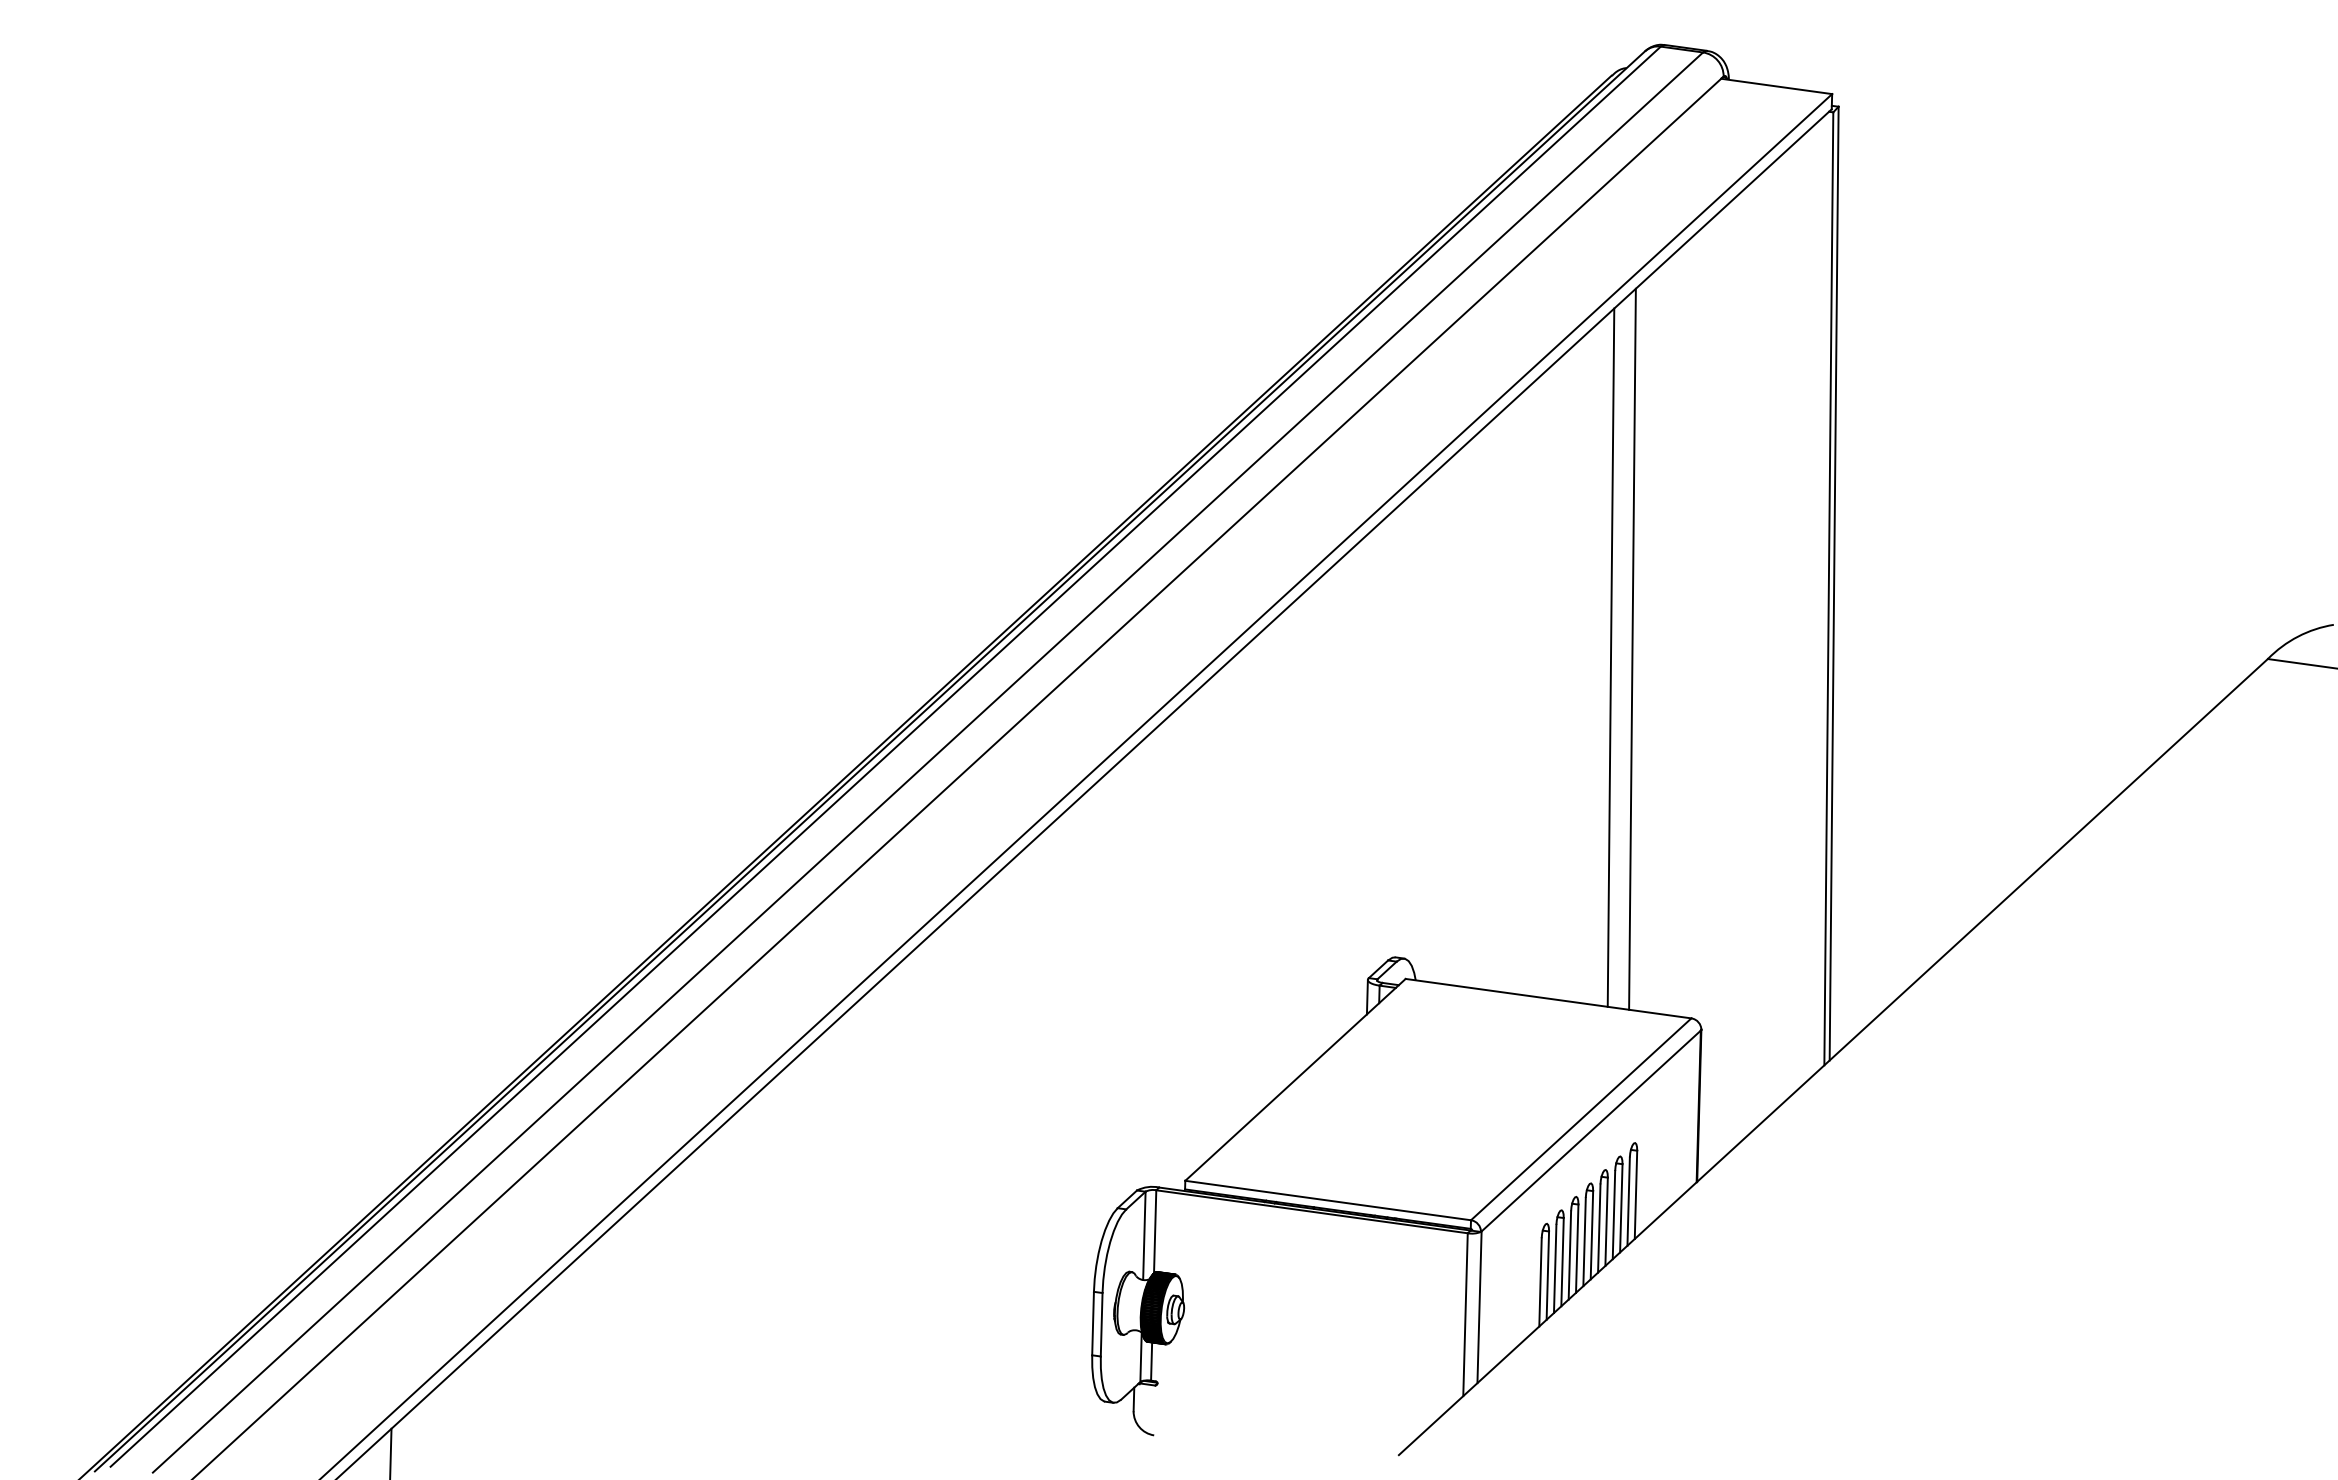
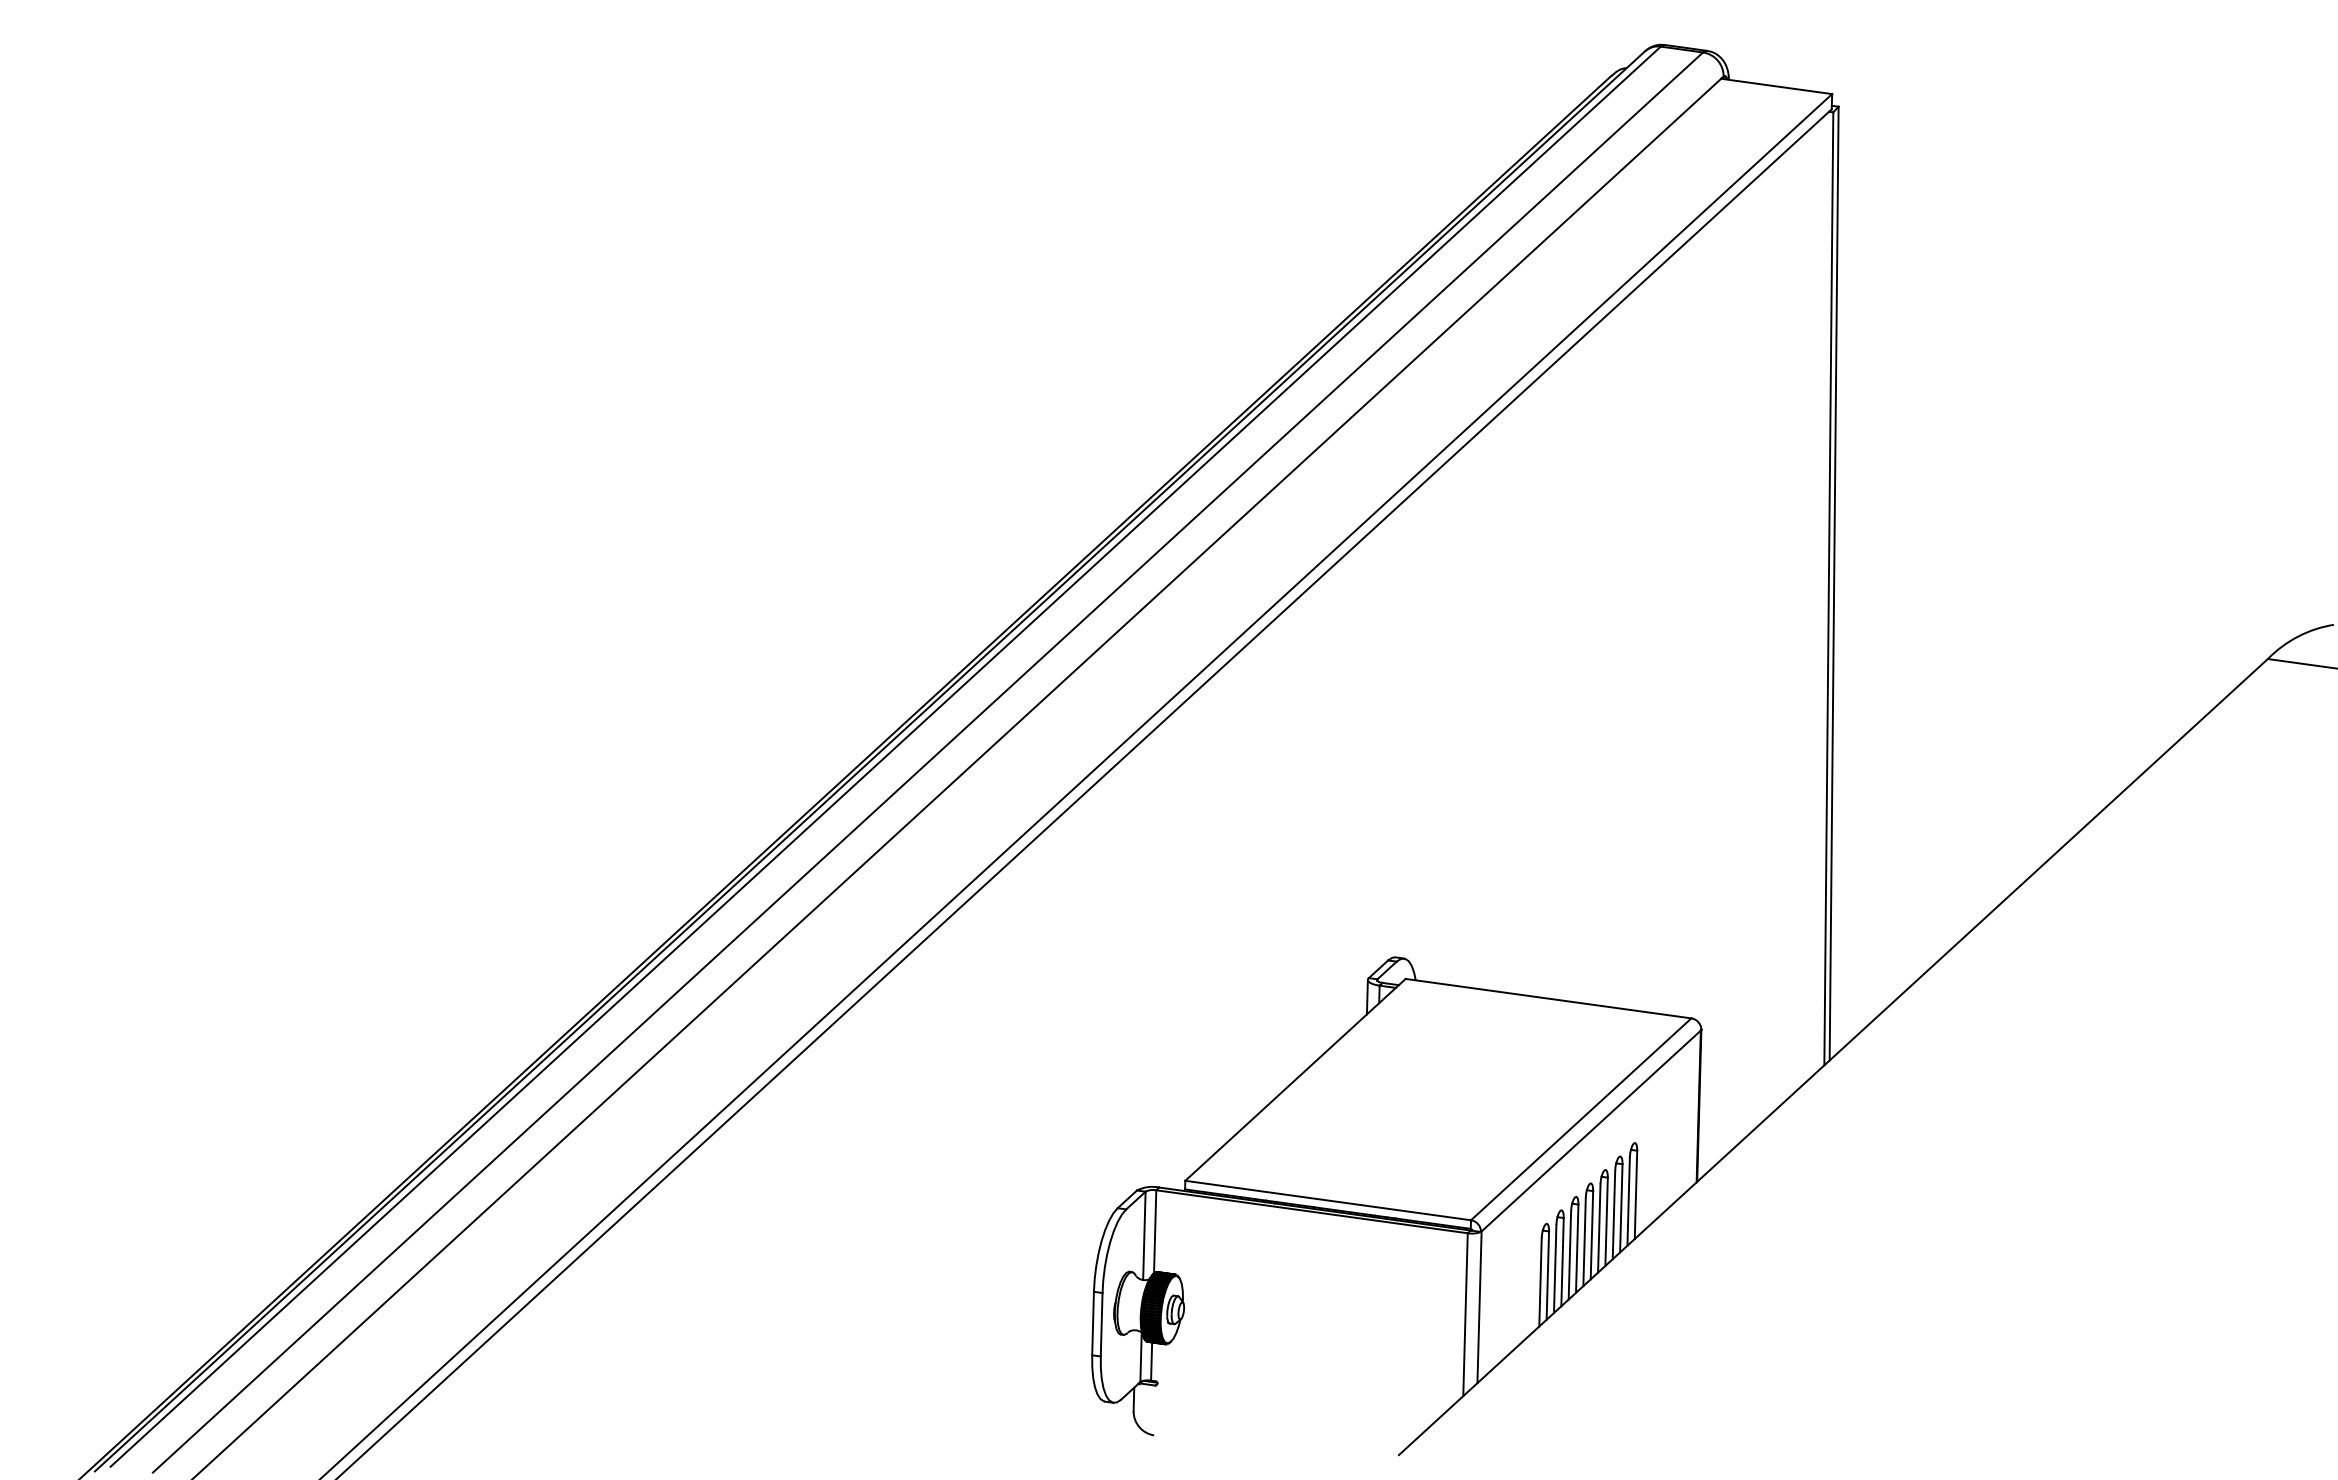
line at (1632, 648): present -> none
line at (1610, 657): present -> none
line at (390, 1452): present -> none
